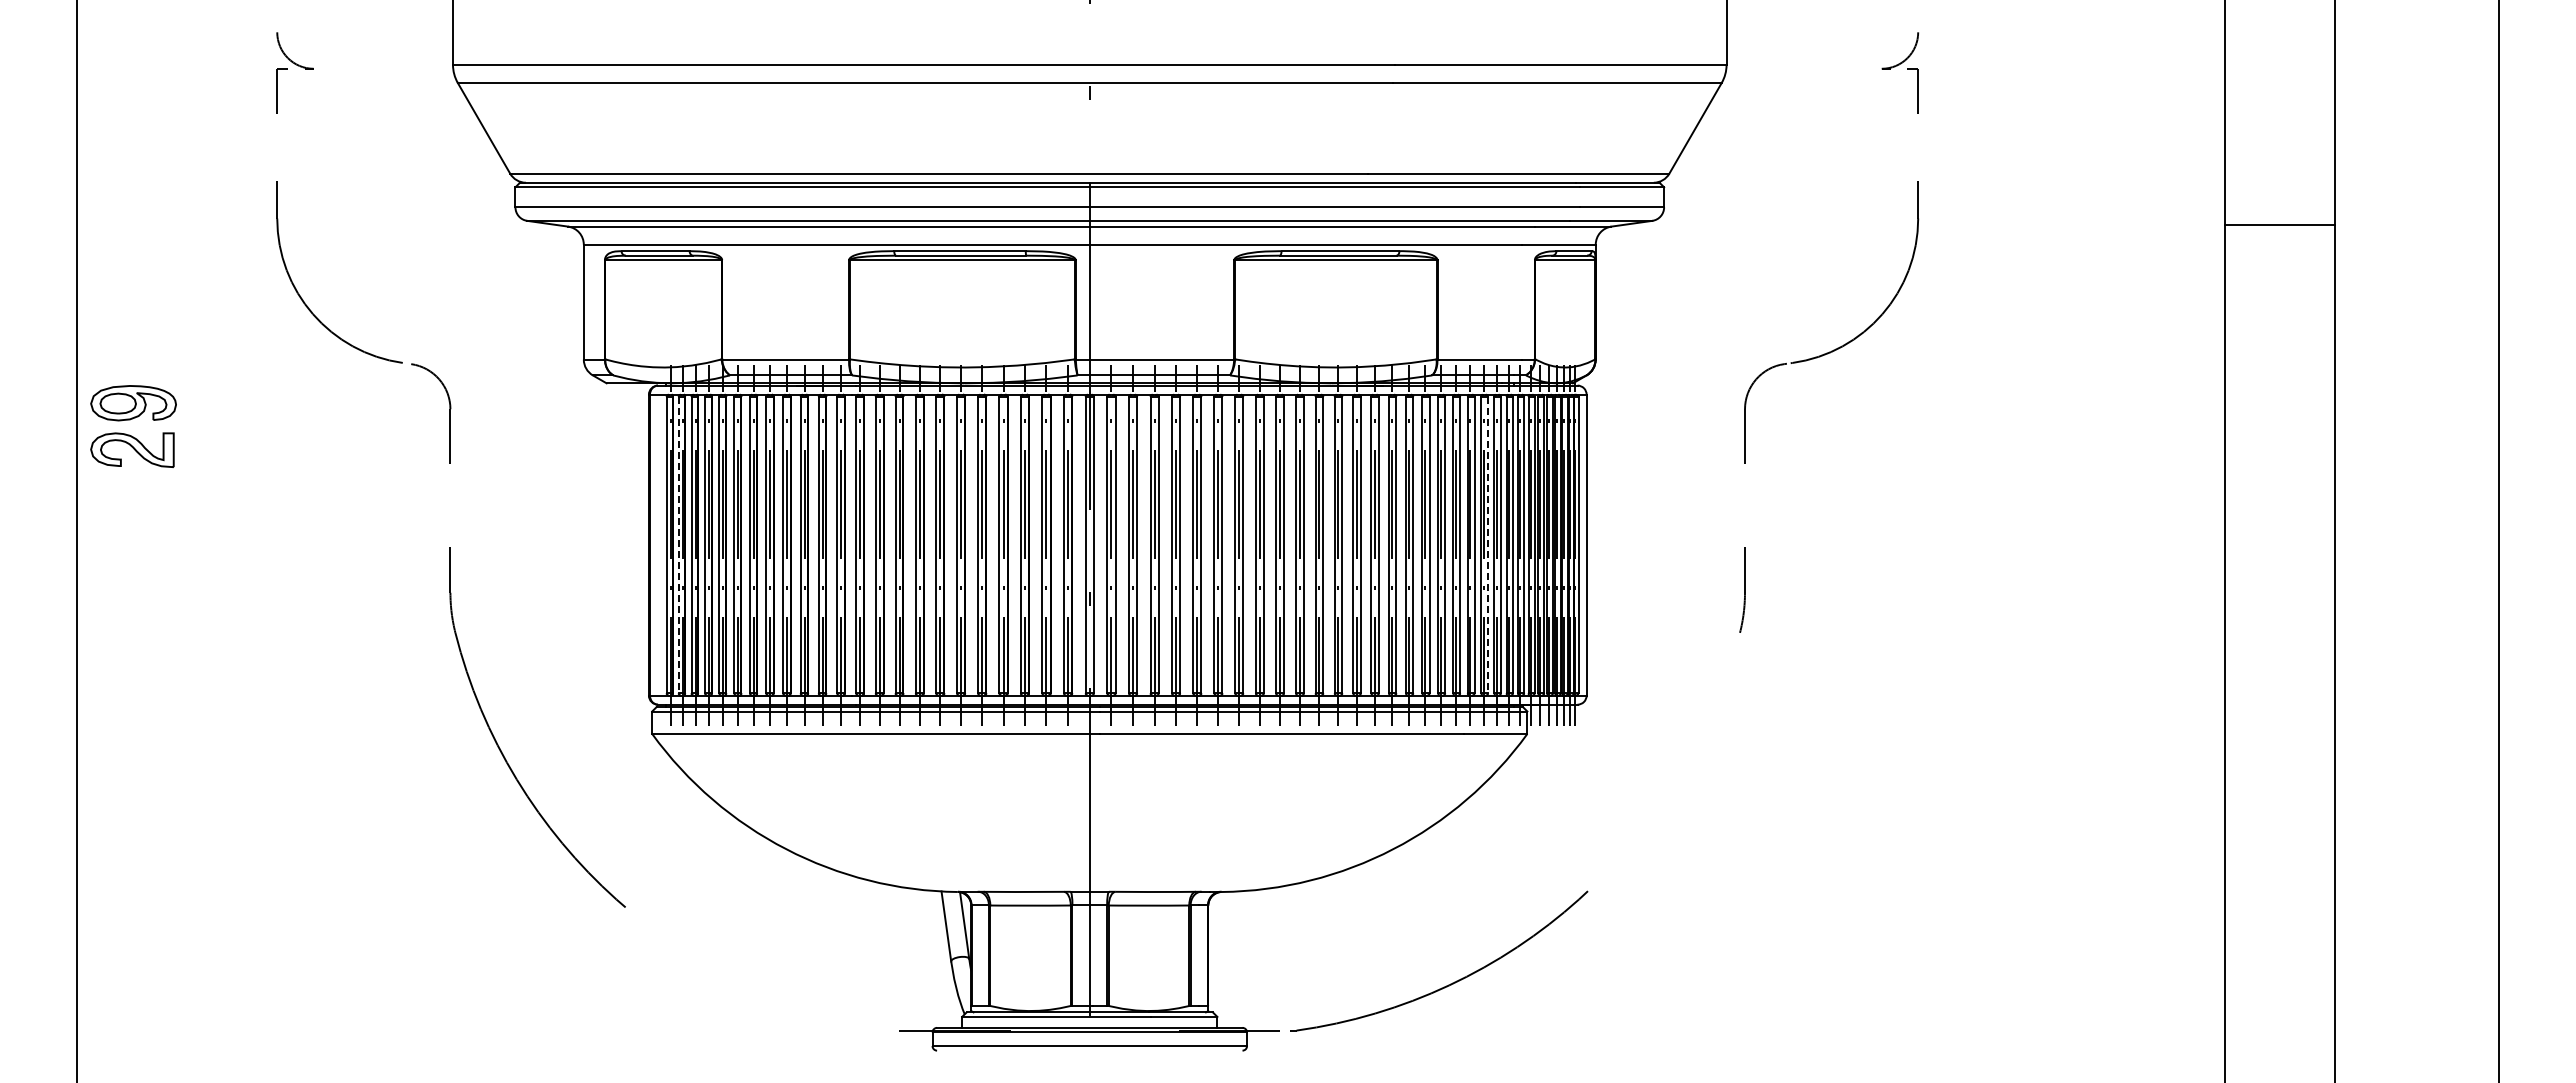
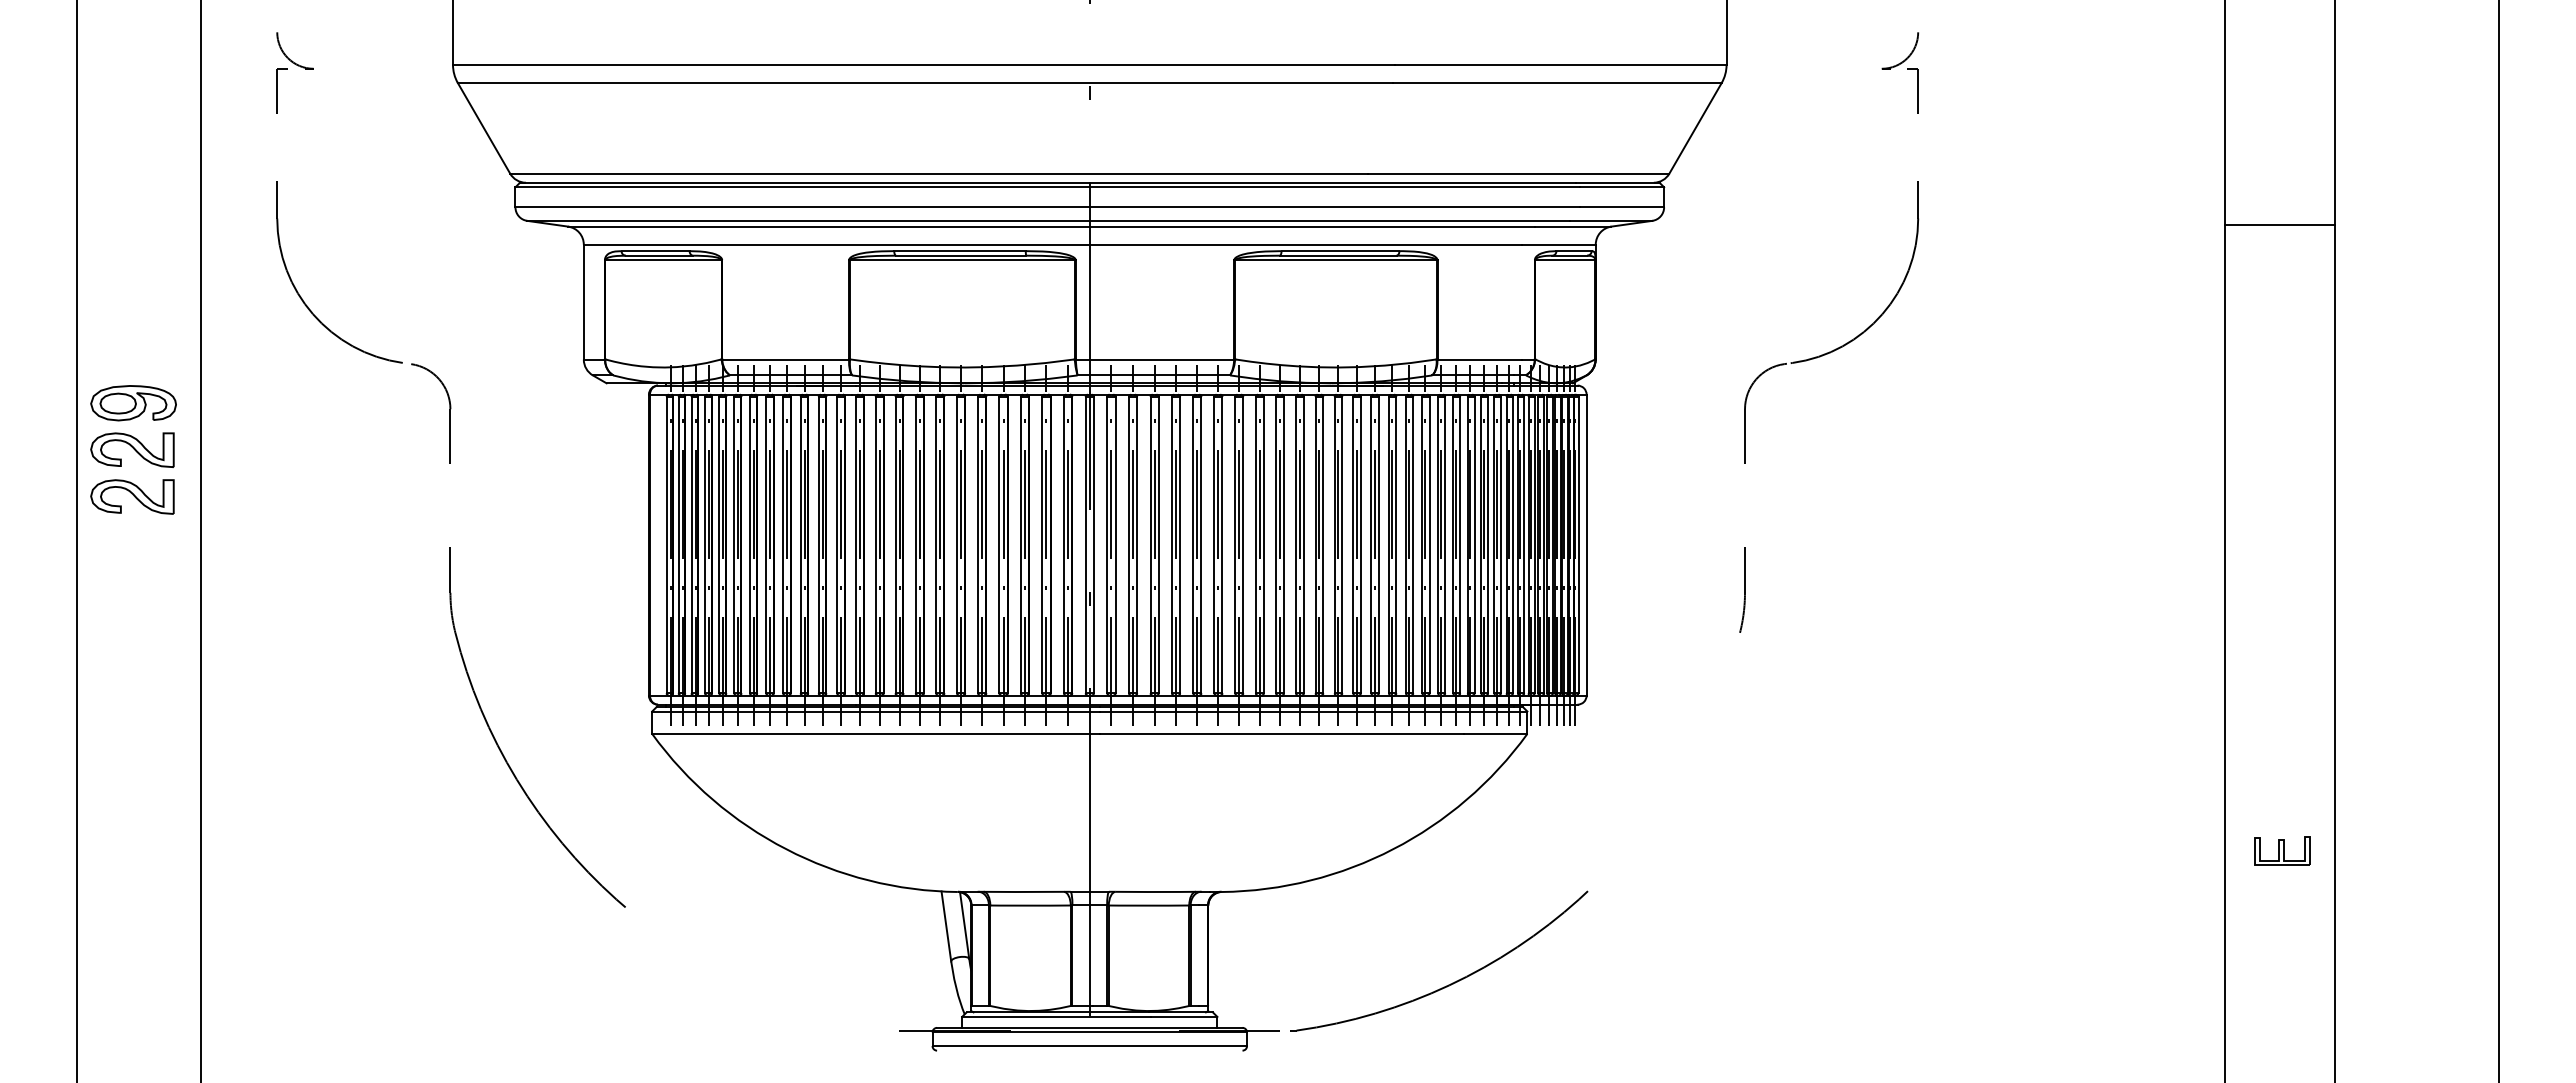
part at (132, 496): none -> present
line at (201, 540): none -> present
line at (678, 545): dashed -> solid
line at (1488, 545): dashed -> solid
part at (2282, 850): none -> present
